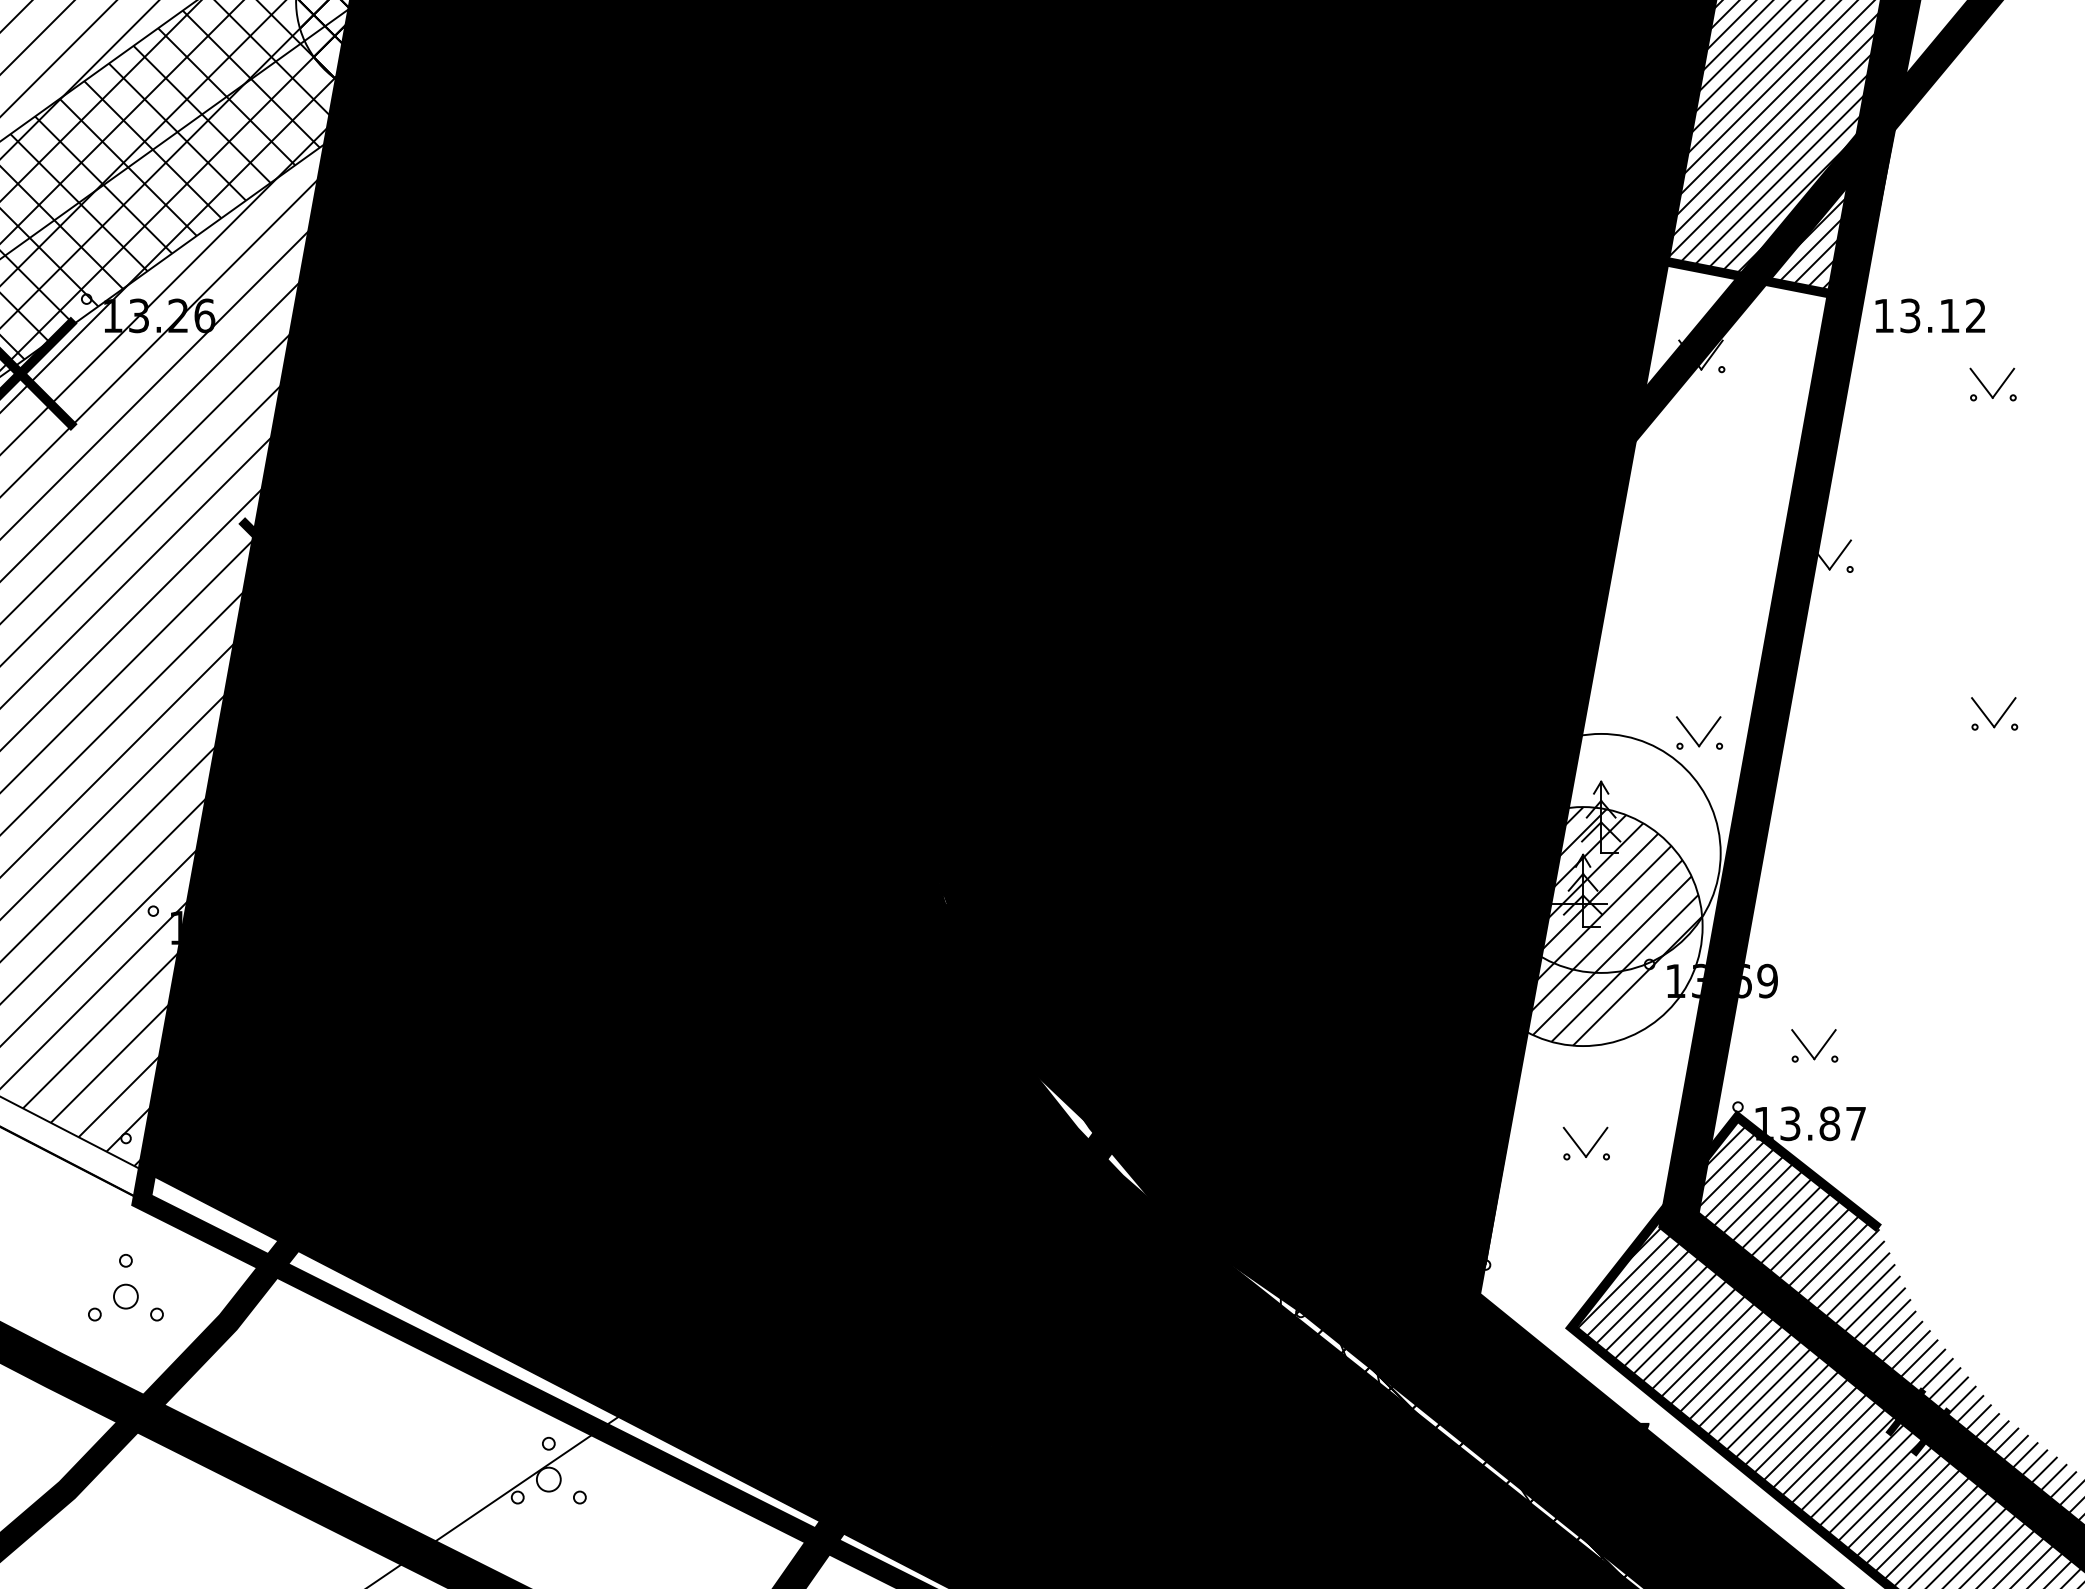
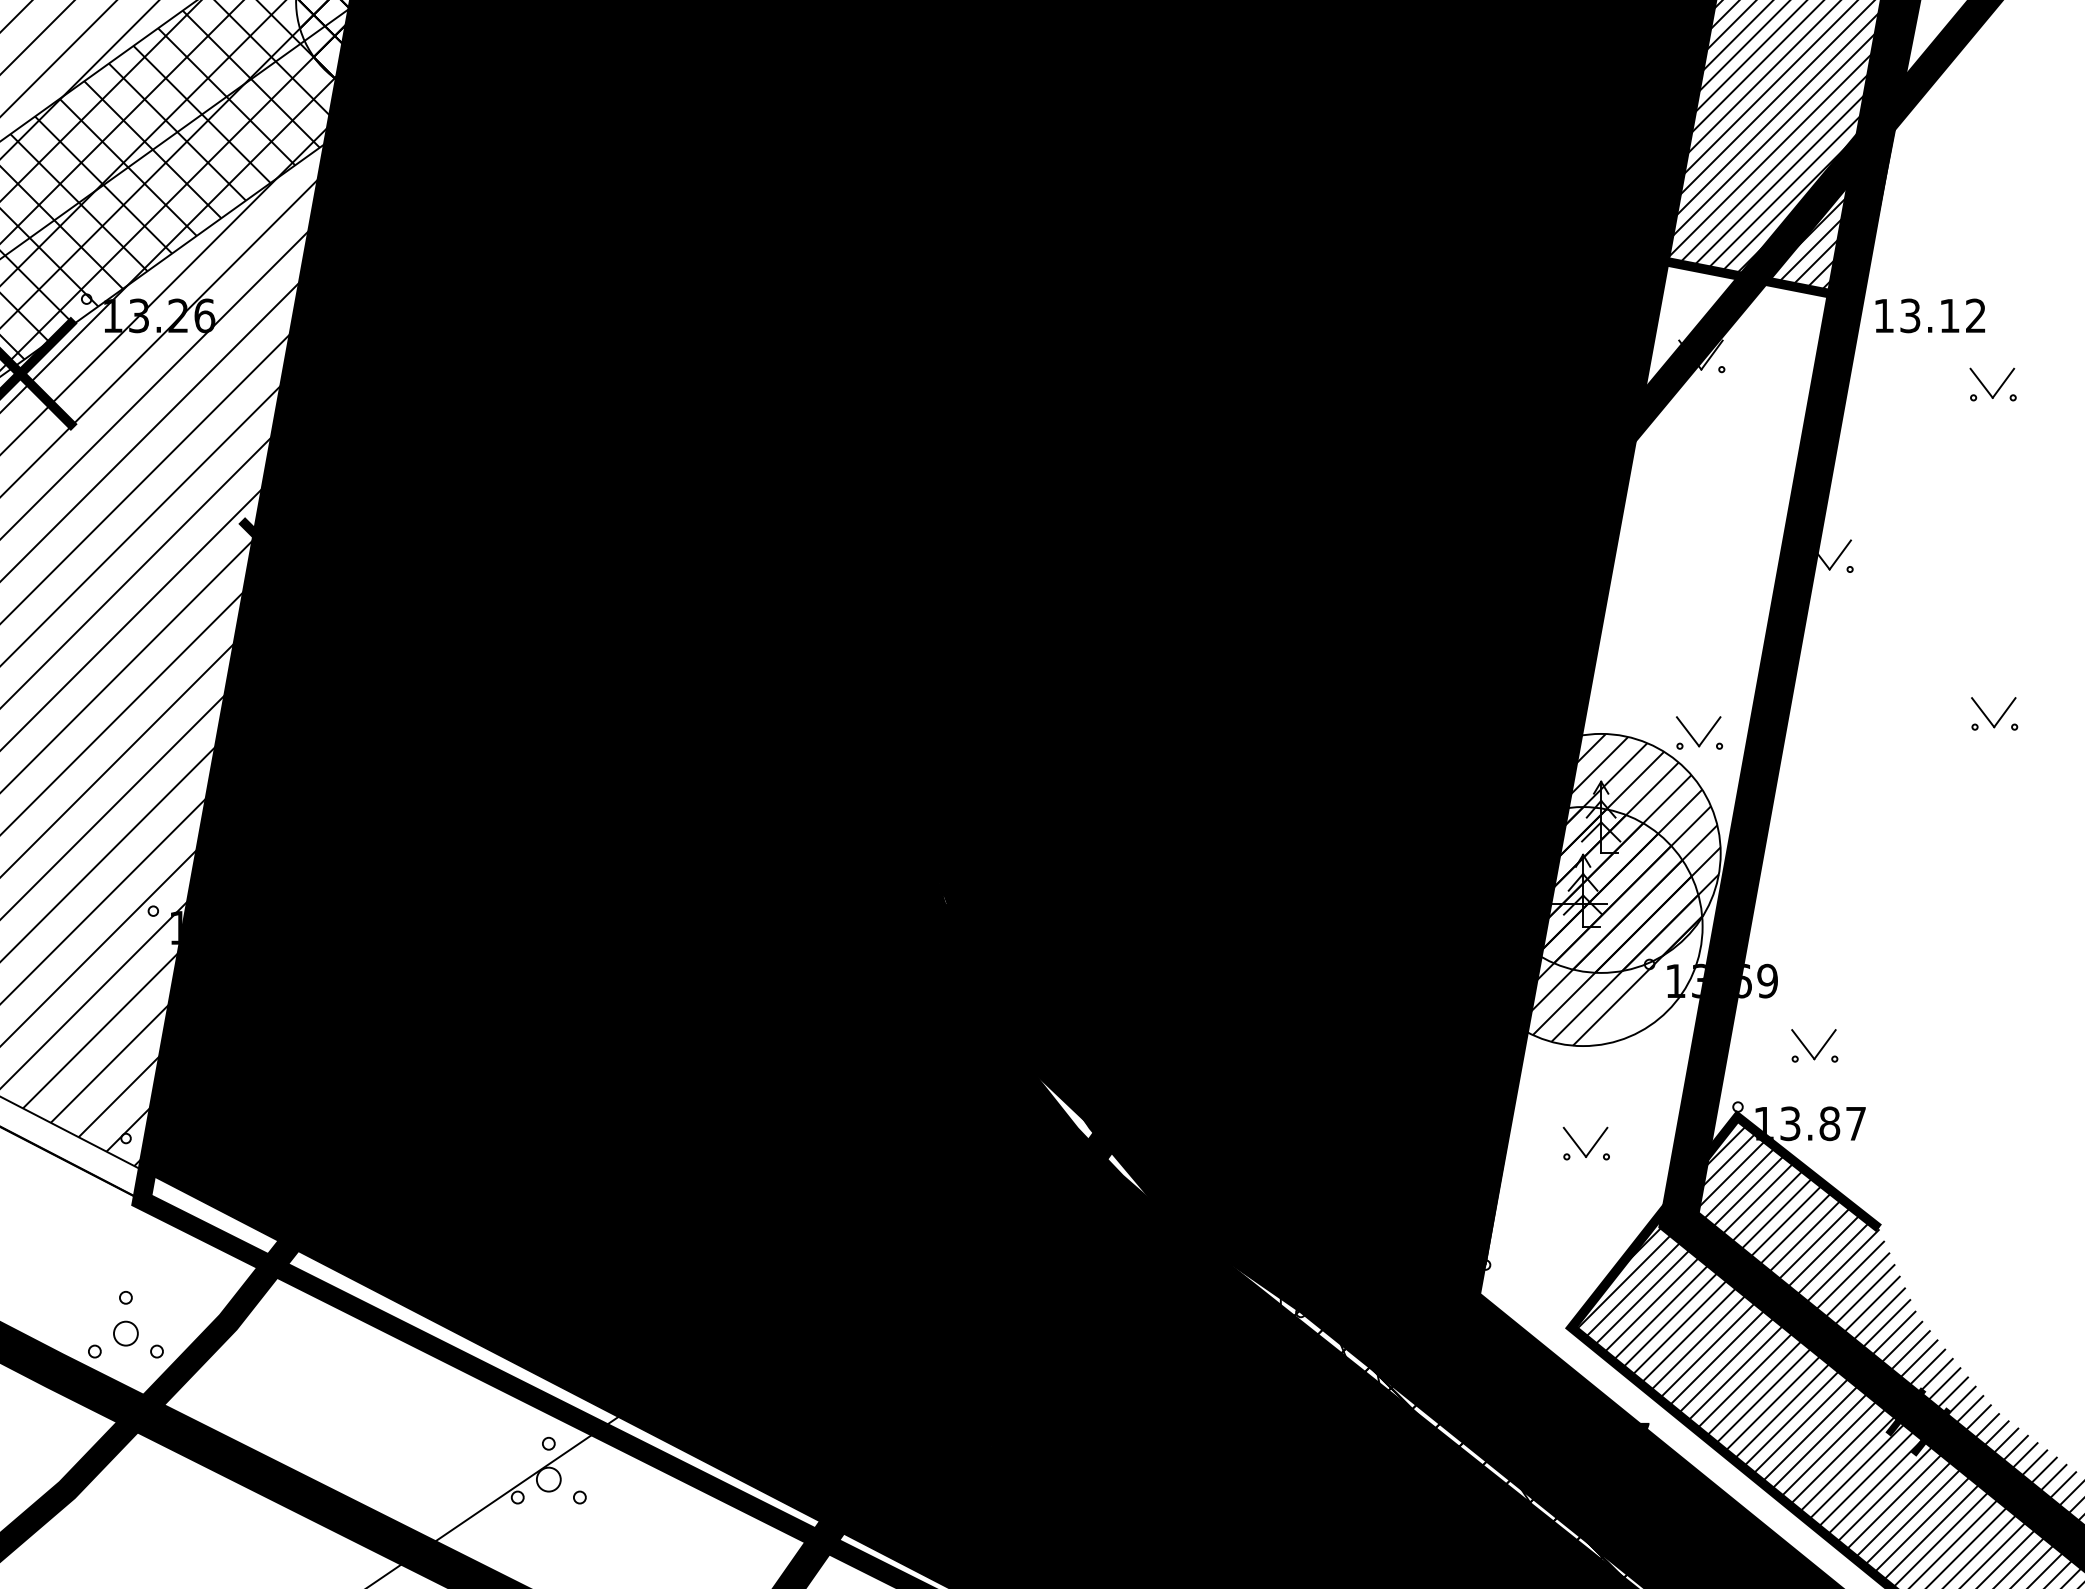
hatch at (1600, 853): none -> present
part at (125, 1287) position: (125, 1287) -> (125, 1324)
